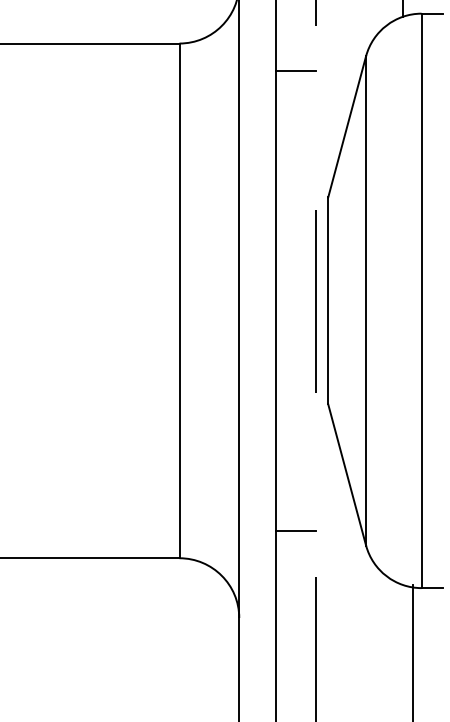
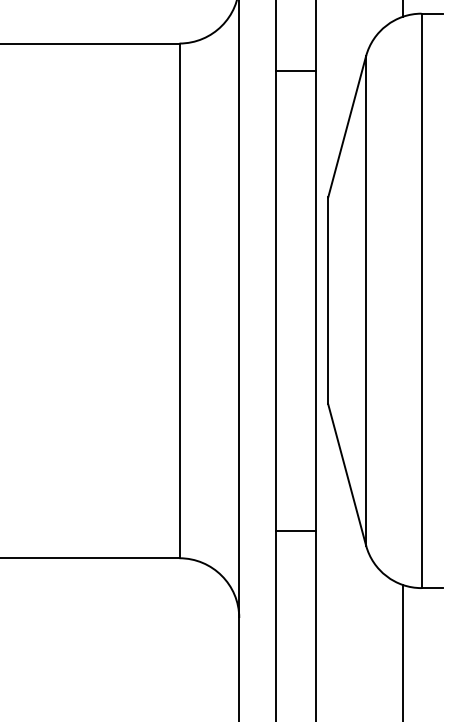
line at (316, 360): dashed -> solid
line at (412, 651) position: (412, 651) -> (402, 651)
